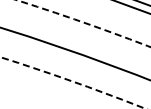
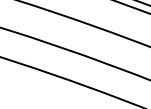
arc at (83, 22): dashed -> solid
arc at (72, 81): dashed -> solid
